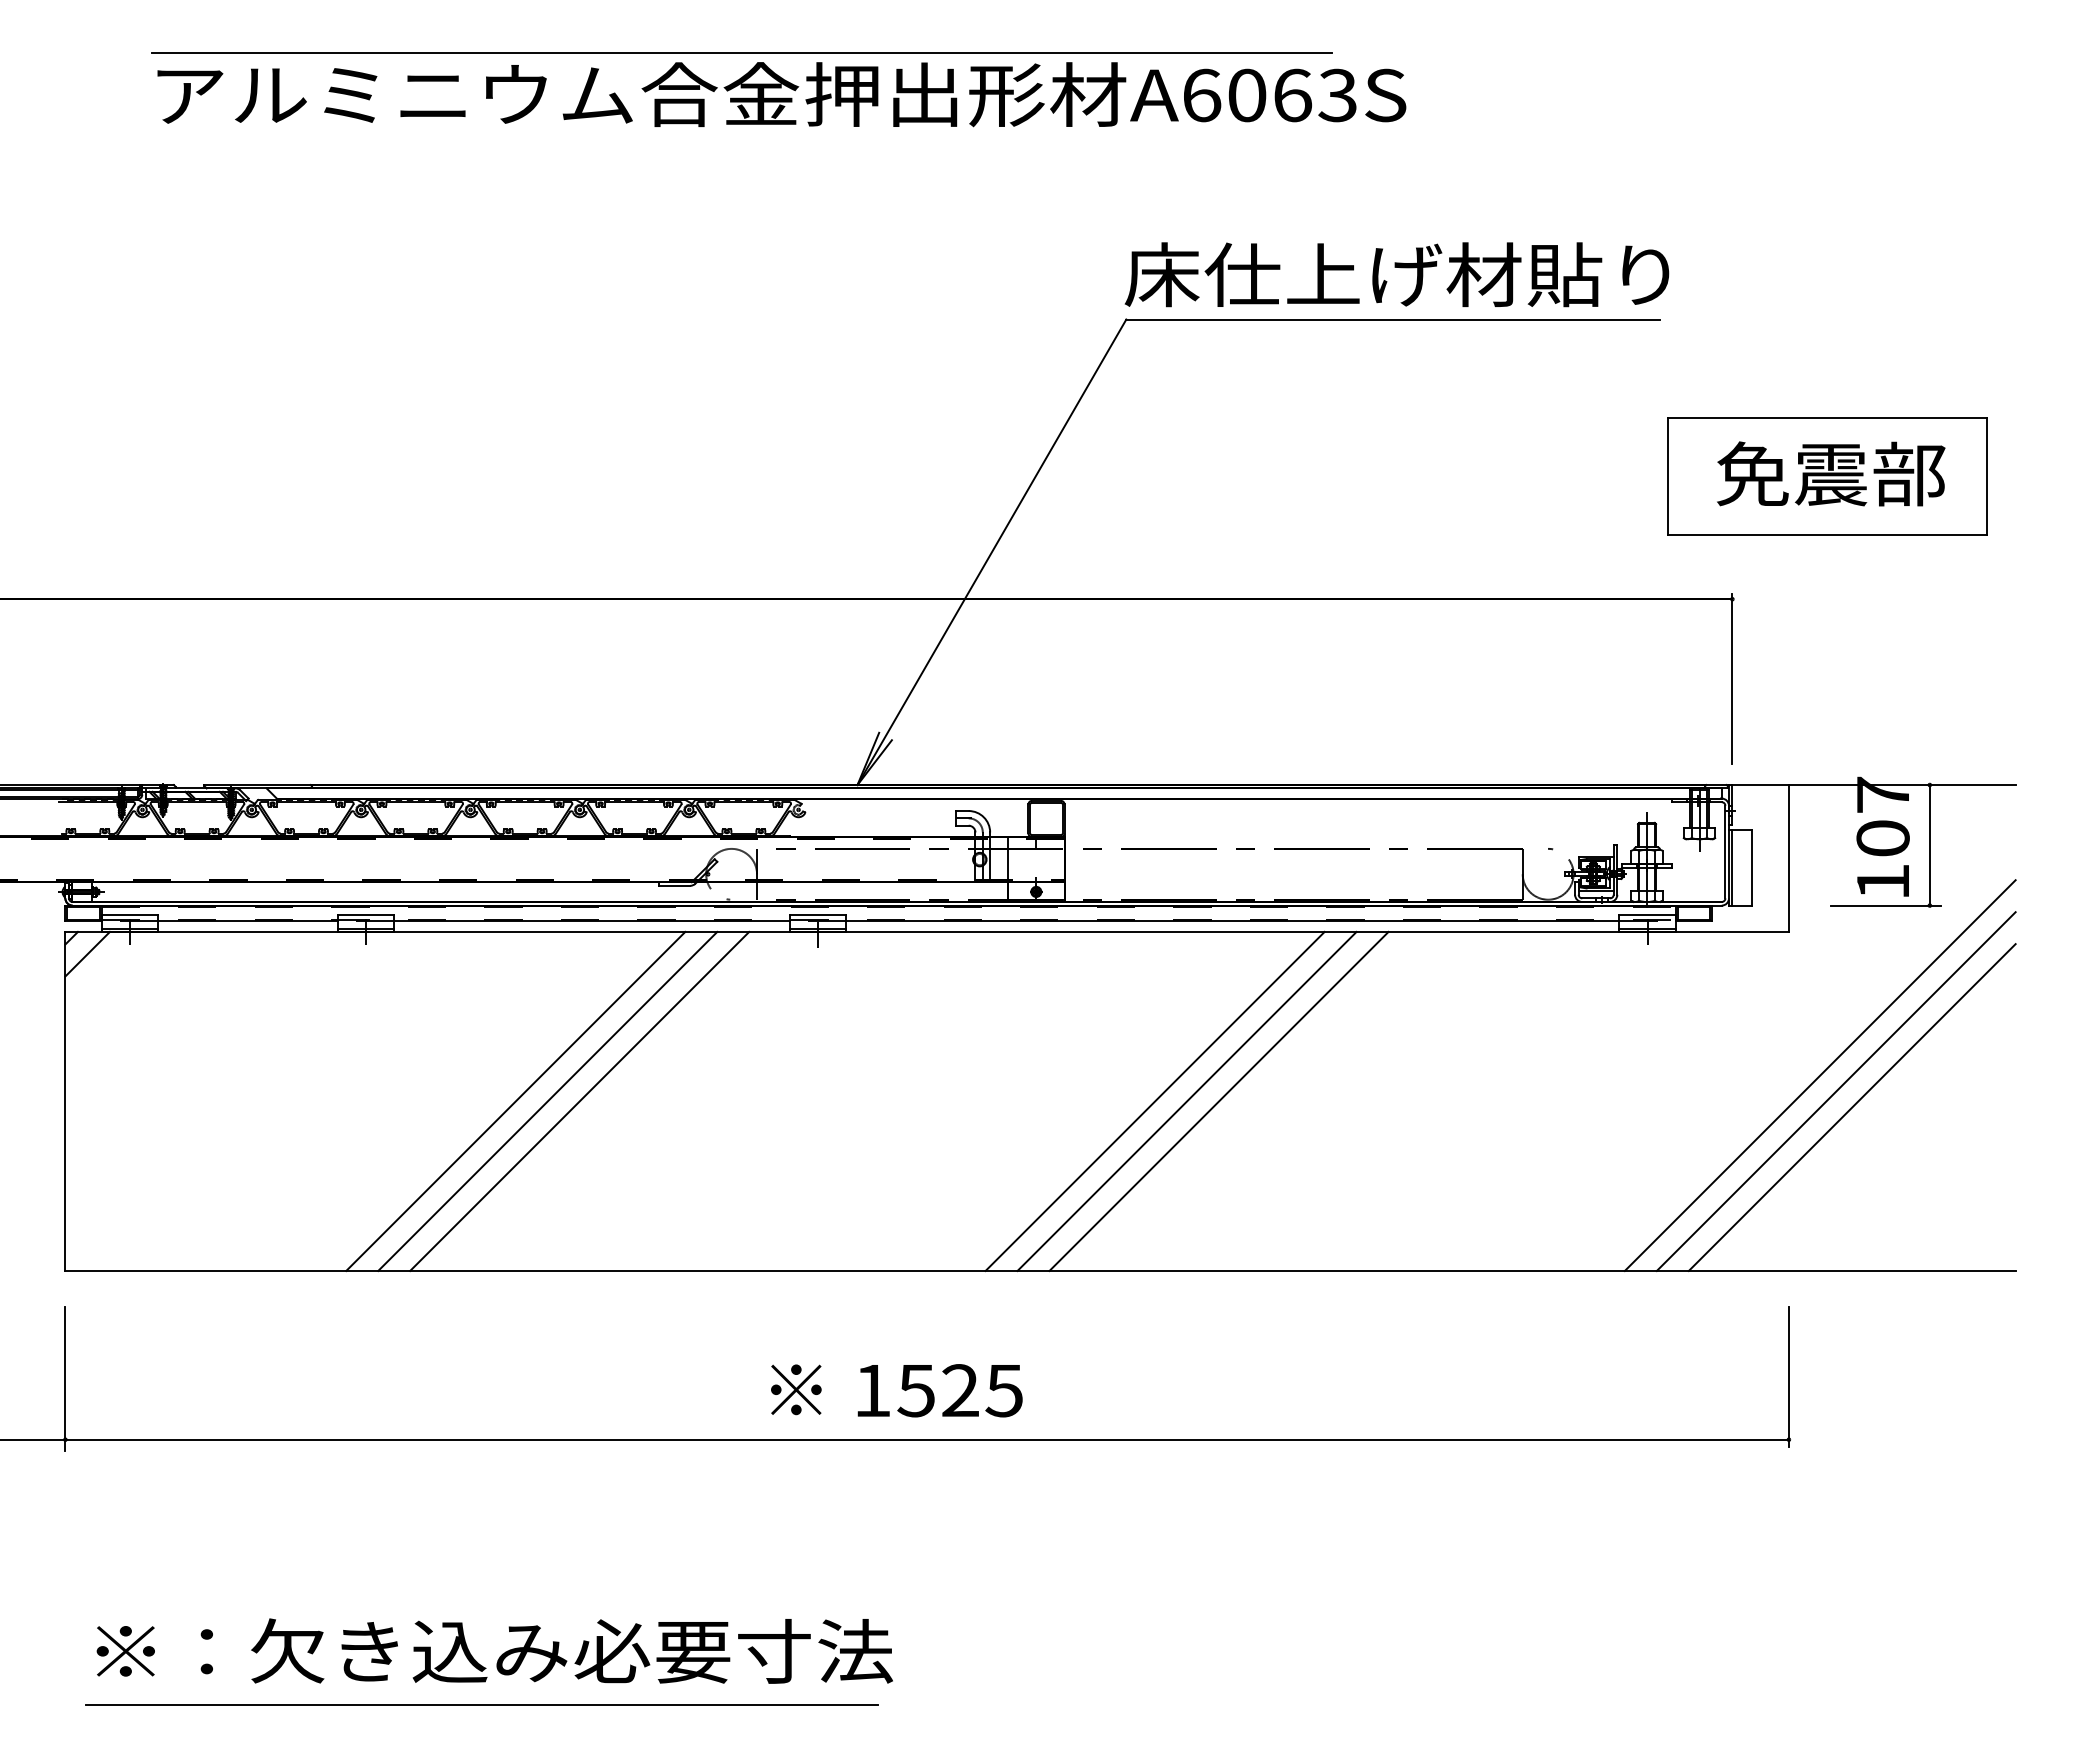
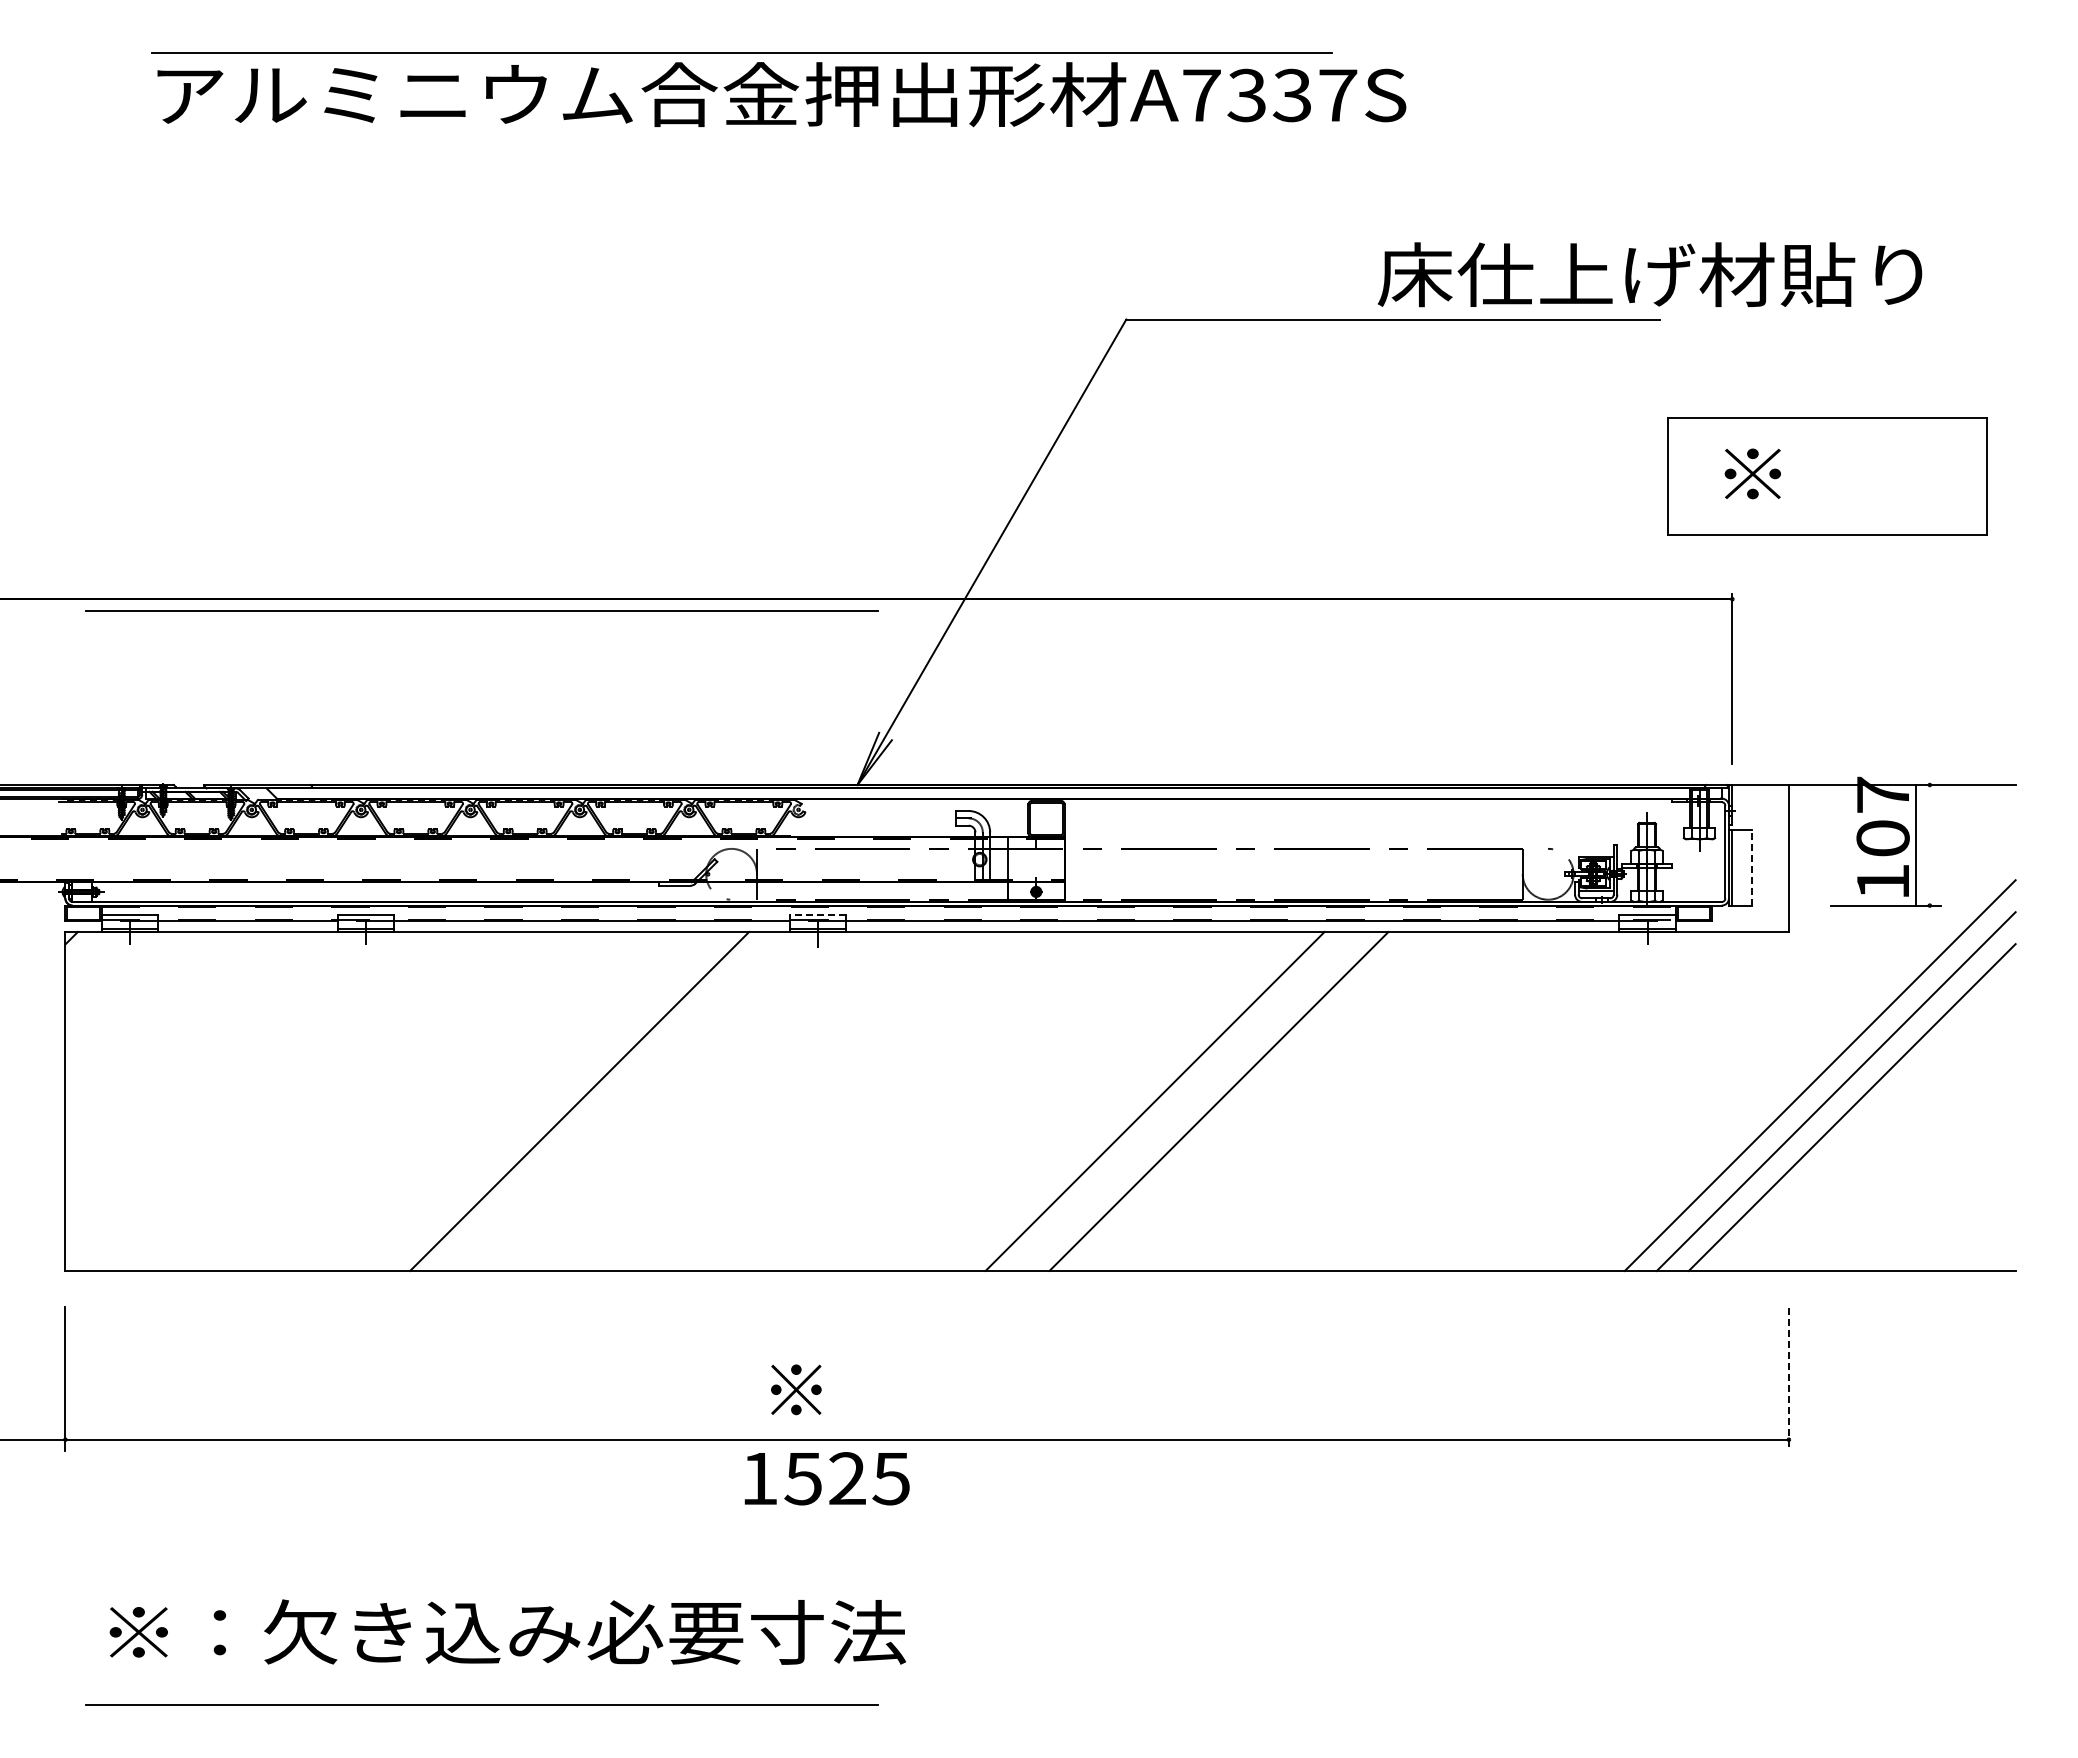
text at (1270, 95): A6063S -> A7337S
text at (1396, 274) position: (1396, 274) -> (1649, 274)
text at (1831, 473): 免震部 -> ※
line at (481, 610): none -> present
line at (1929, 845) position: (1929, 845) -> (1915, 845)
line at (1751, 867): solid -> dashed
line at (817, 914): solid -> dashed
line at (87, 953): present -> none
line at (515, 1100): present -> none
line at (547, 1100): present -> none
line at (1186, 1100): present -> none
line at (1788, 1376): solid -> dashed
text at (939, 1390) position: (939, 1390) -> (826, 1478)
text at (494, 1650) position: (494, 1650) -> (507, 1631)
